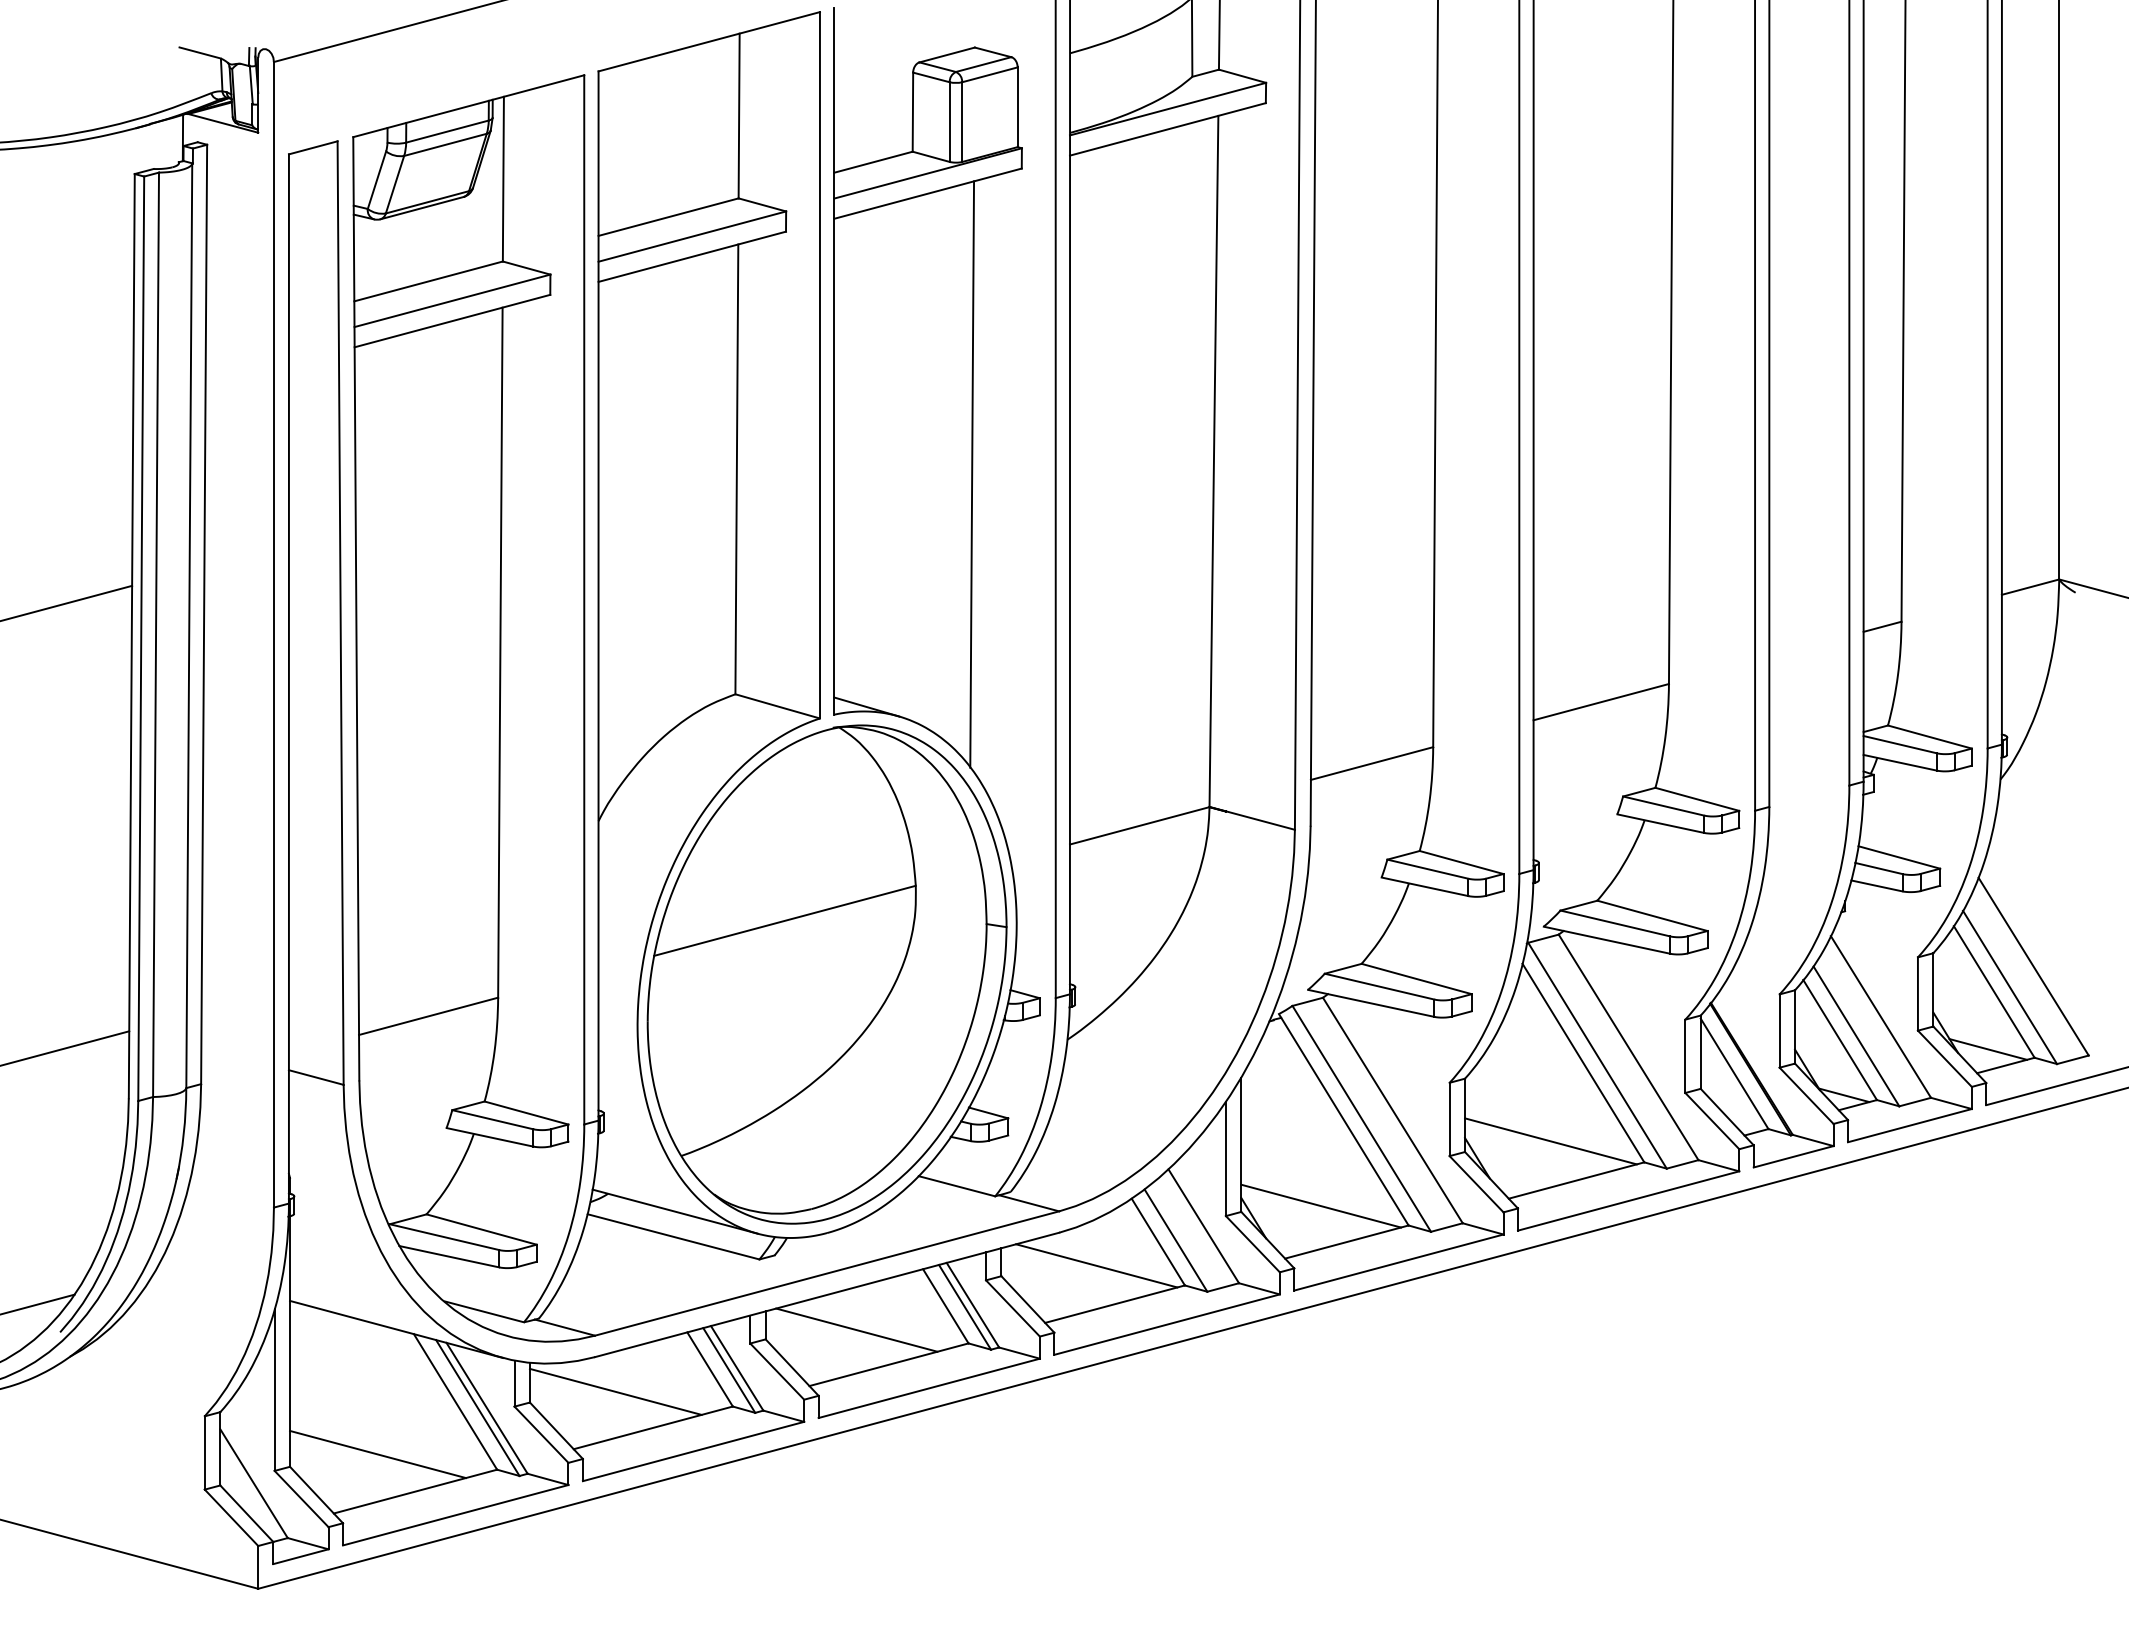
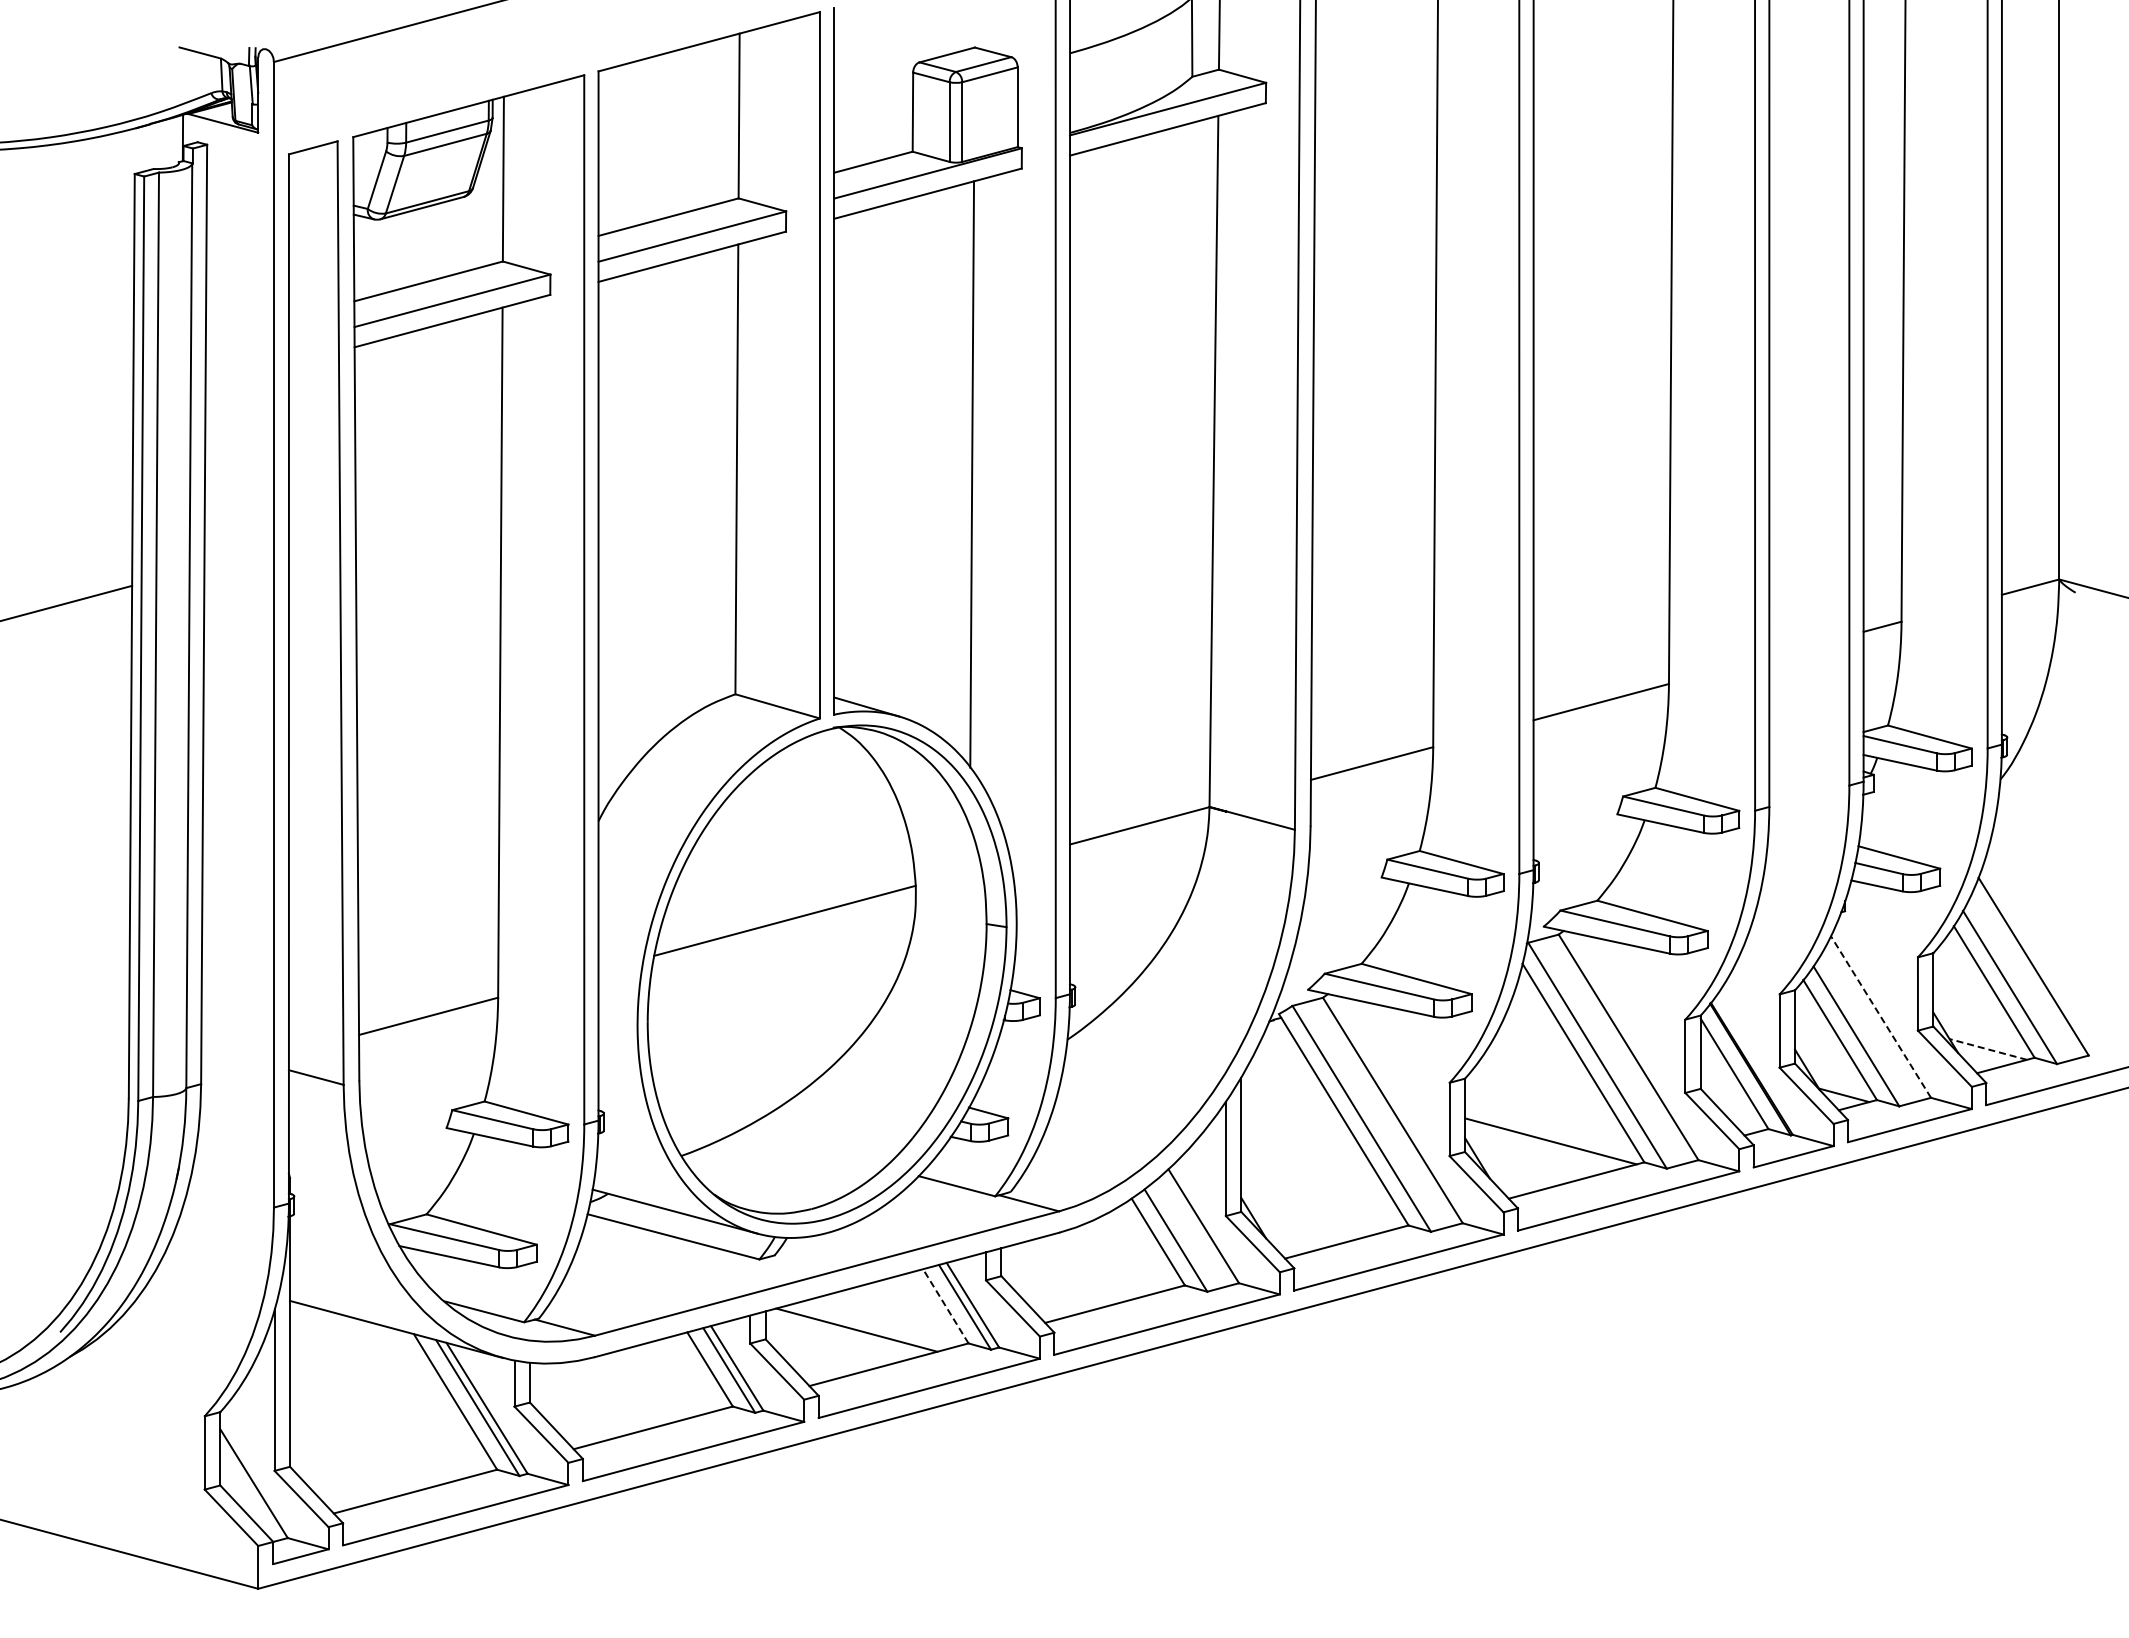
line at (1880, 1016): solid -> dashed
line at (65, 1048): present -> none
line at (1987, 1049): solid -> dashed
line at (1321, 1205): present -> none
line at (1096, 1265): present -> none
line at (38, 1304): present -> none
line at (945, 1306): solid -> dashed
line at (615, 1391): present -> none
line at (377, 1454): present -> none
